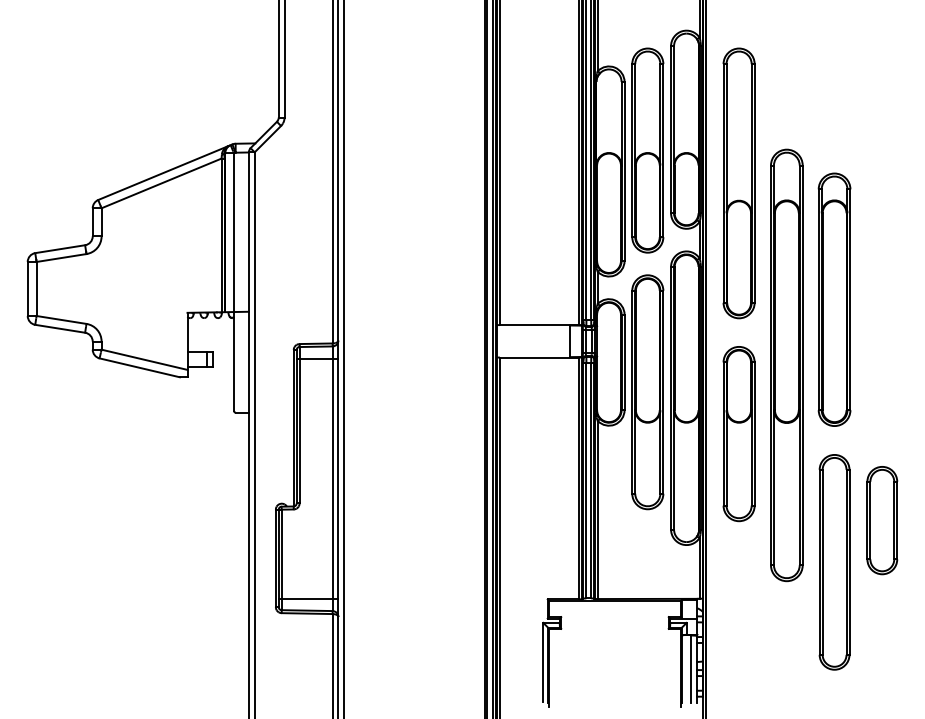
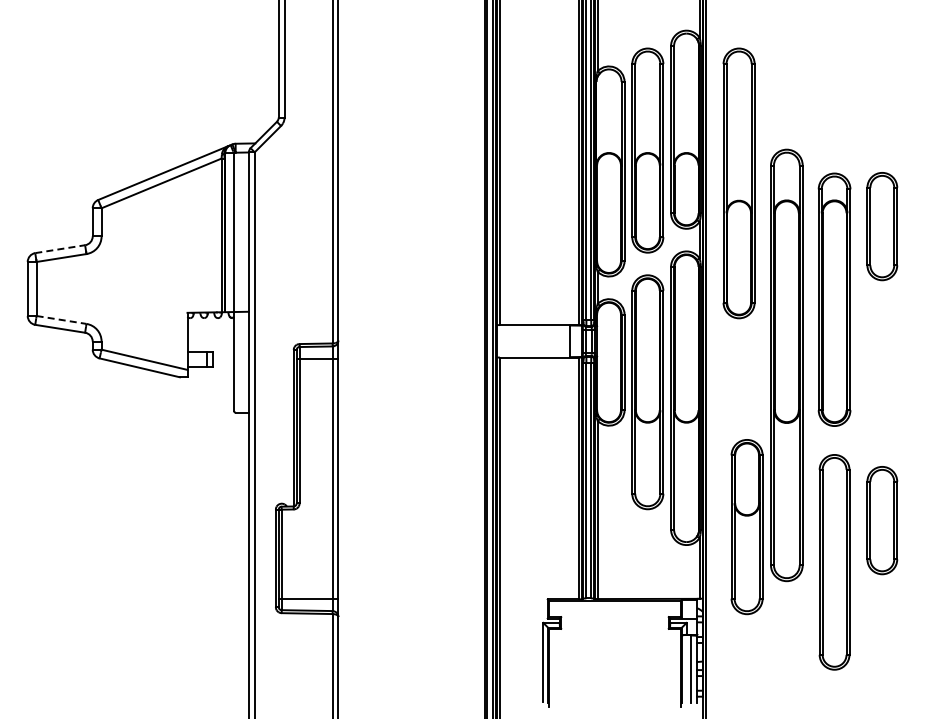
part at (882, 226): none -> present
line at (60, 249): solid -> dashed
line at (62, 320): solid -> dashed
line at (344, 358): present -> none
part at (738, 434) position: (738, 434) -> (746, 527)
